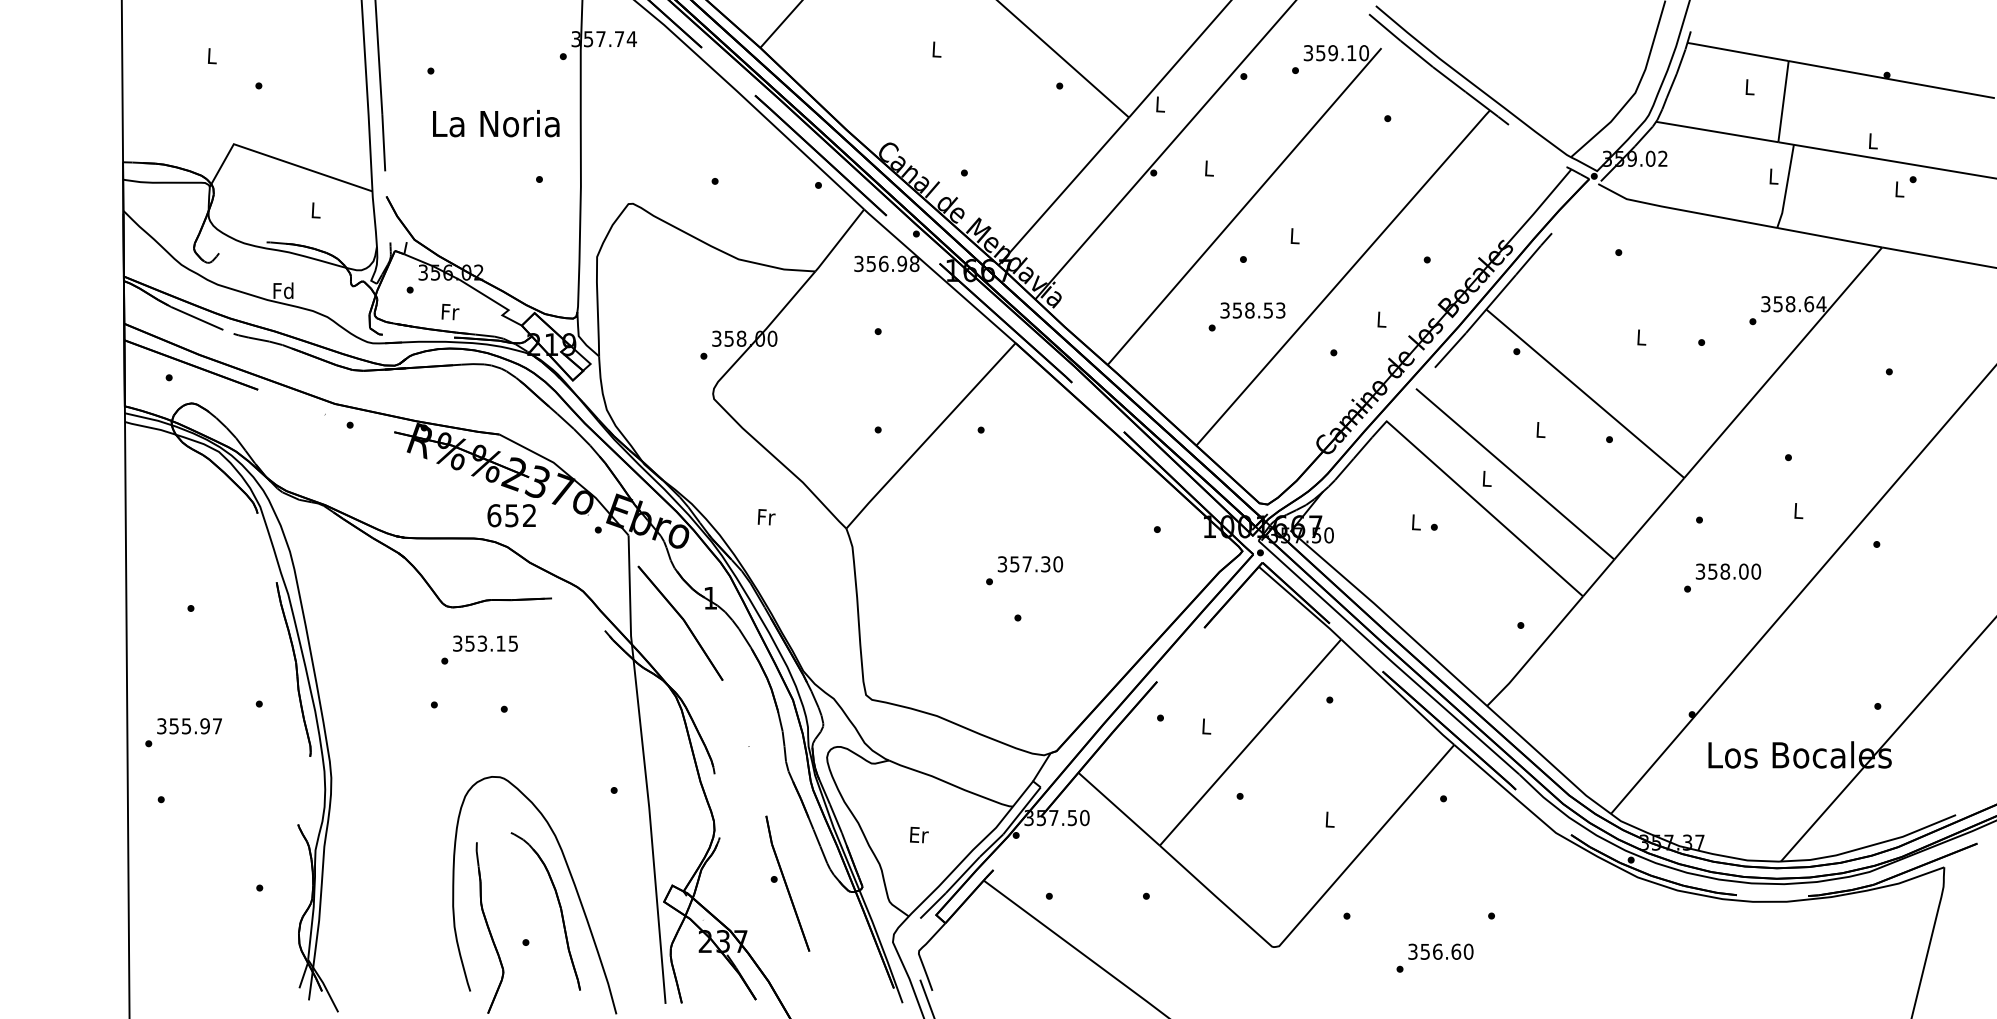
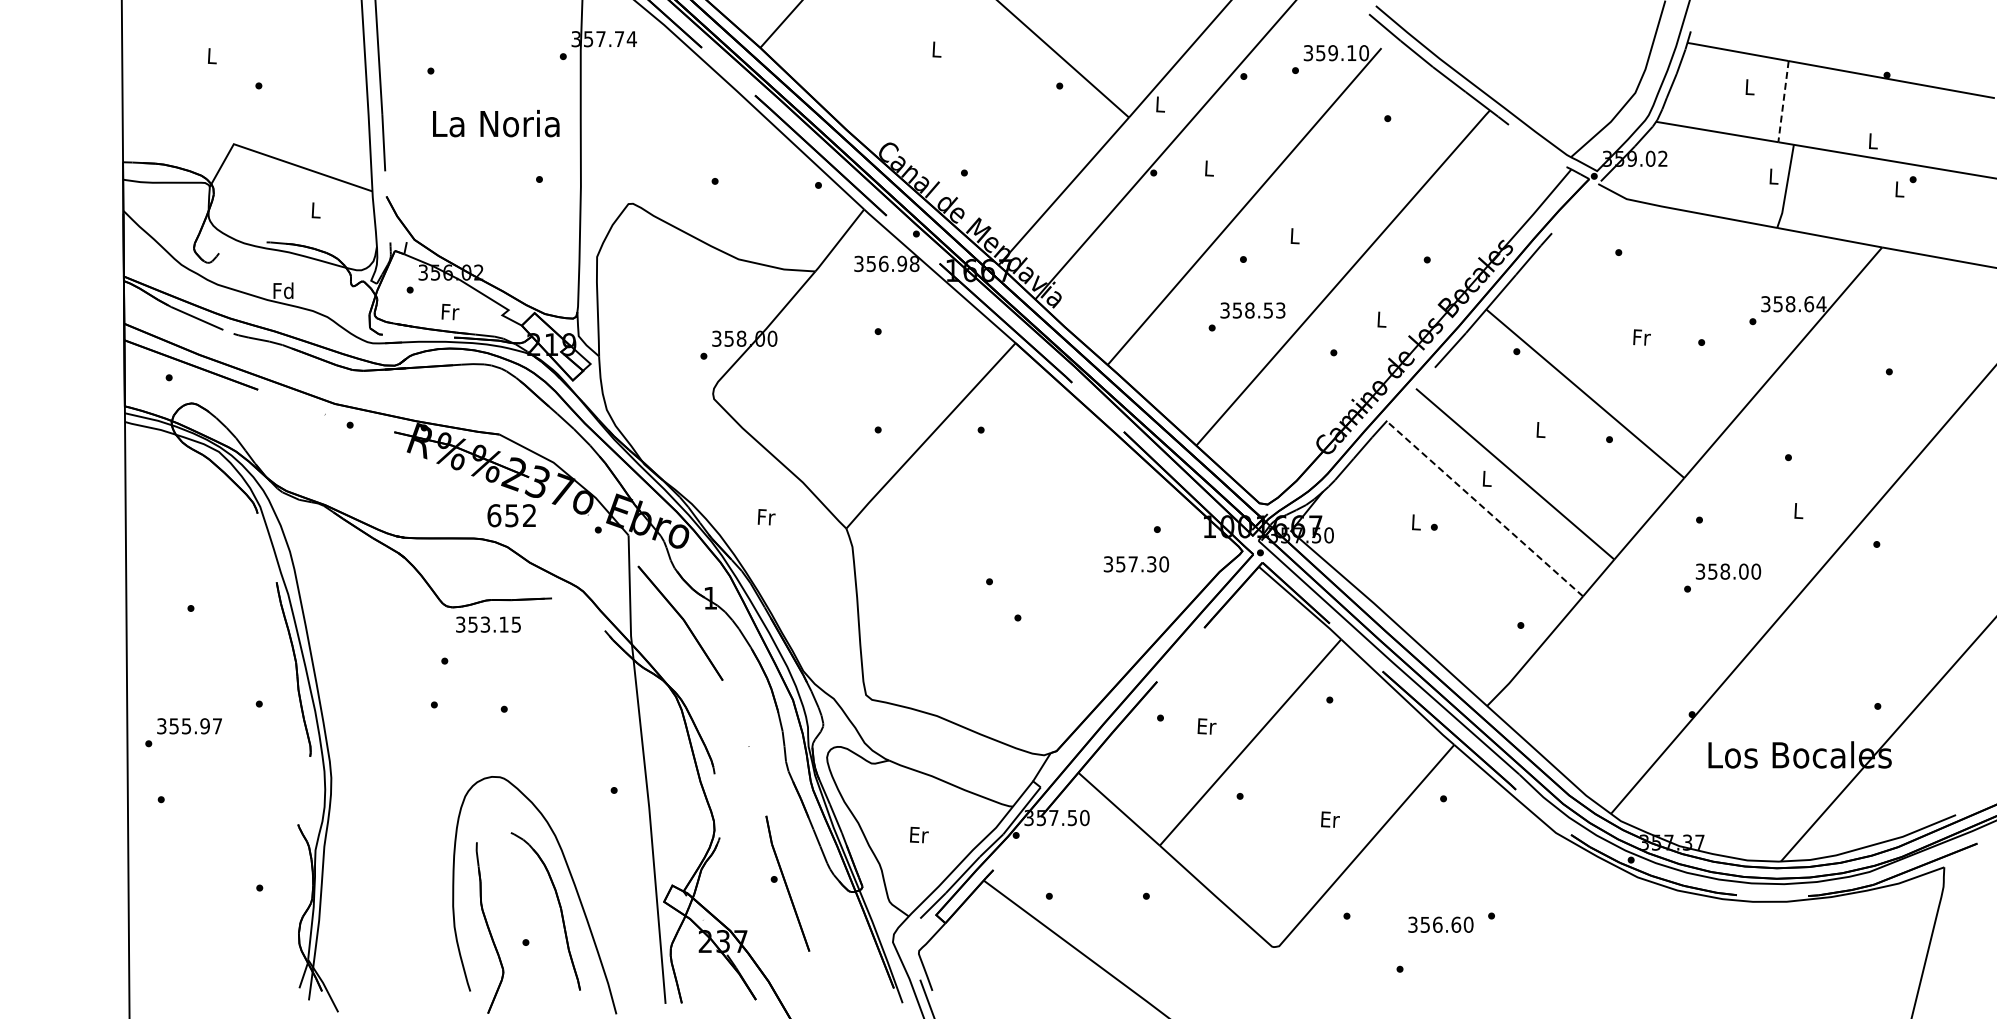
line at (1783, 101): solid -> dashed
text at (1641, 337): L -> Fr
line at (1484, 508): solid -> dashed
text at (1030, 564) position: (1030, 564) -> (1136, 564)
text at (485, 643) position: (485, 643) -> (488, 624)
text at (1206, 726): L -> Er
text at (1330, 819): L -> Er
text at (1440, 951) position: (1440, 951) -> (1440, 924)
